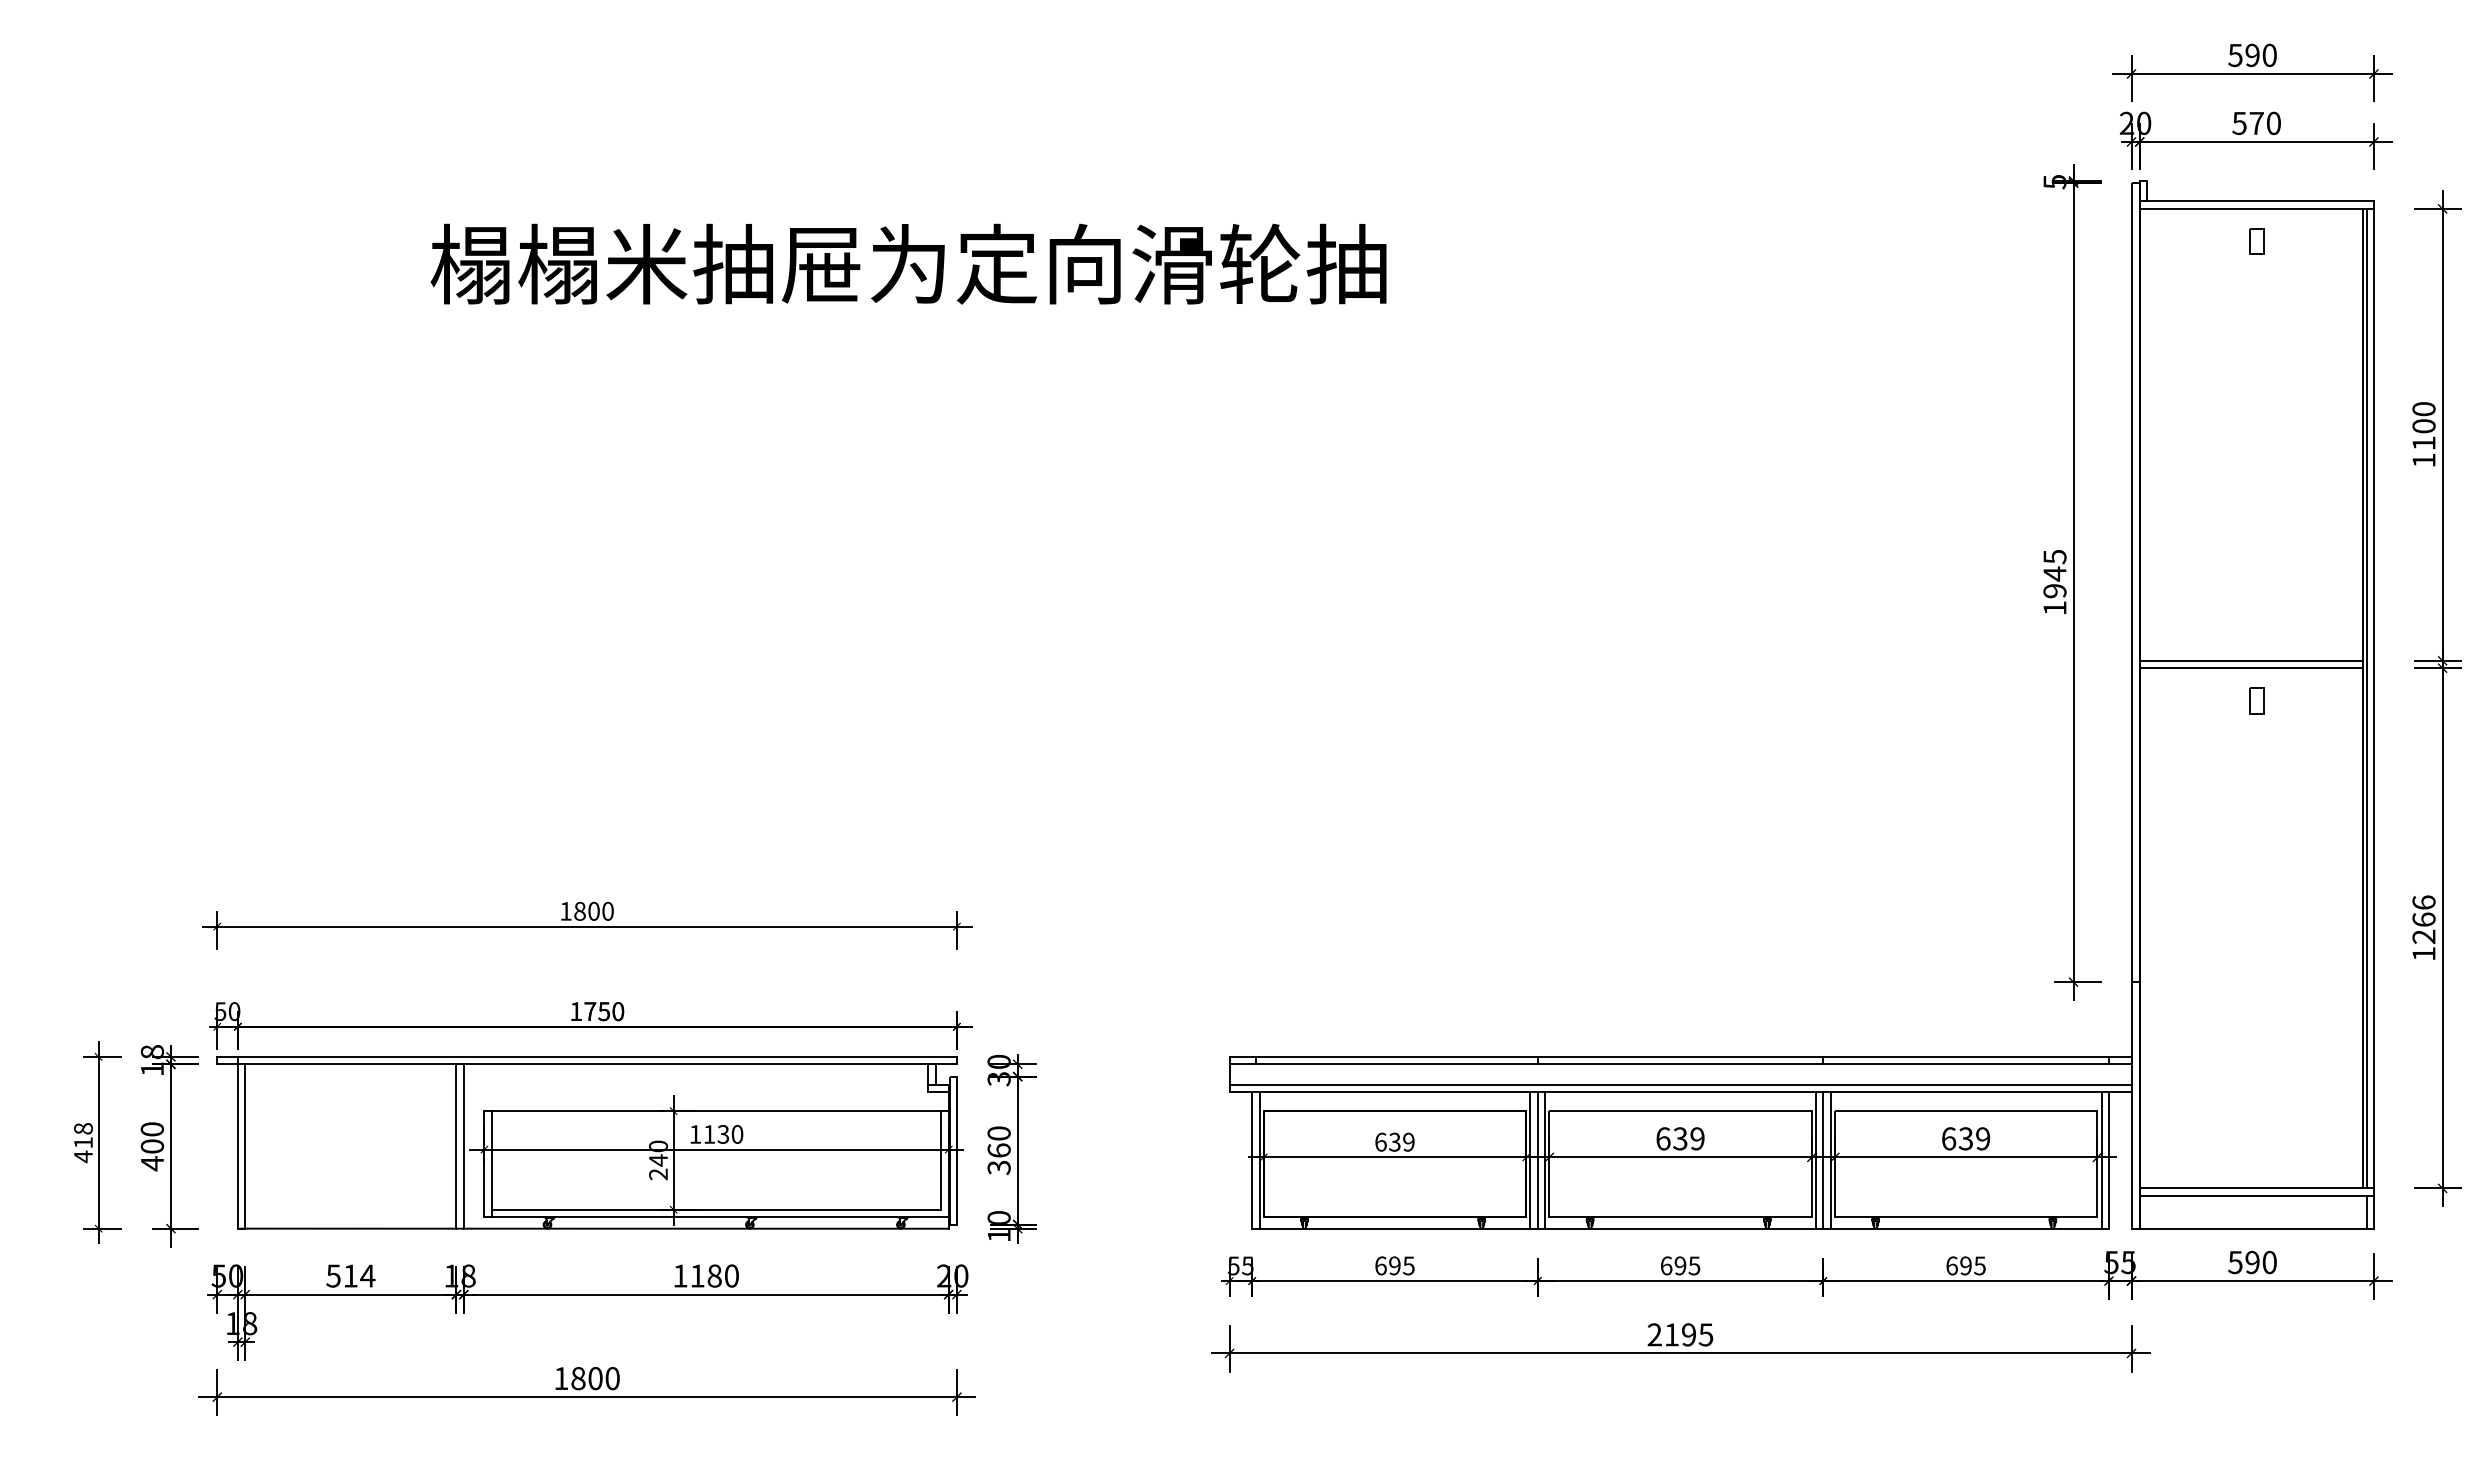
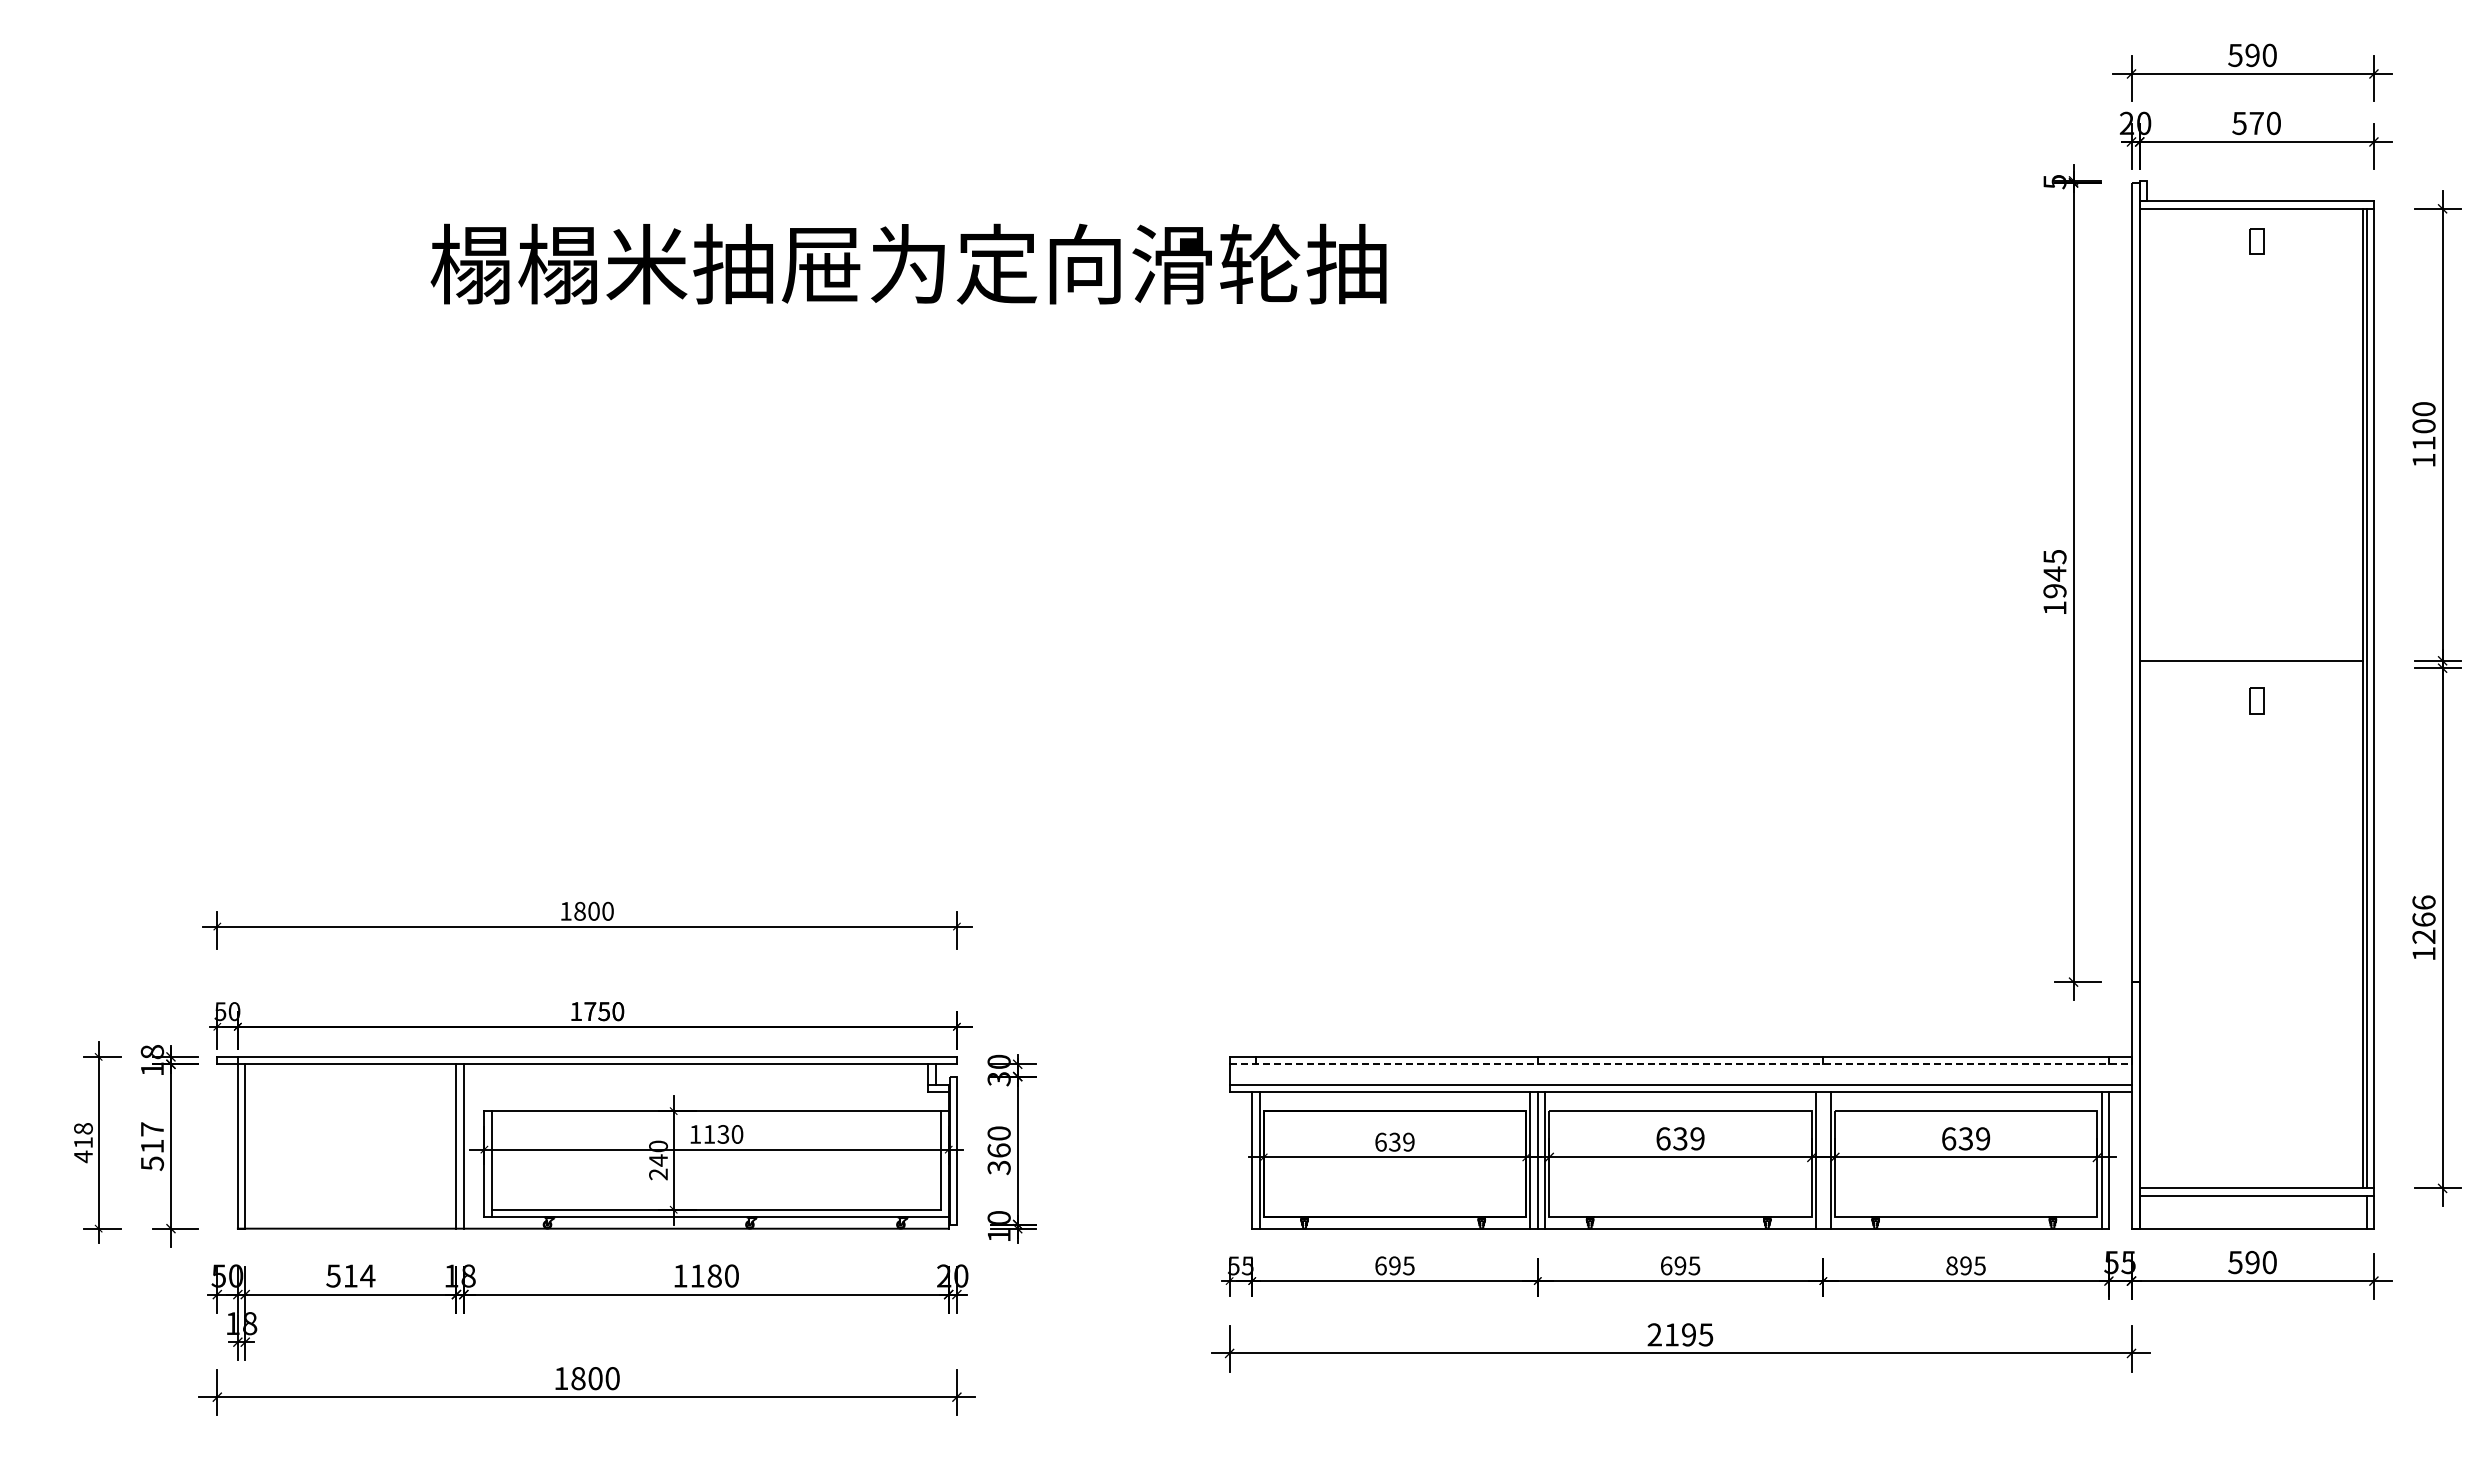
line at (2250, 668): present -> none
line at (1680, 1064): solid -> dashed
text at (152, 1146): 400 -> 517
line at (1823, 1160): present -> none
text at (1951, 1265): 695 -> 895
